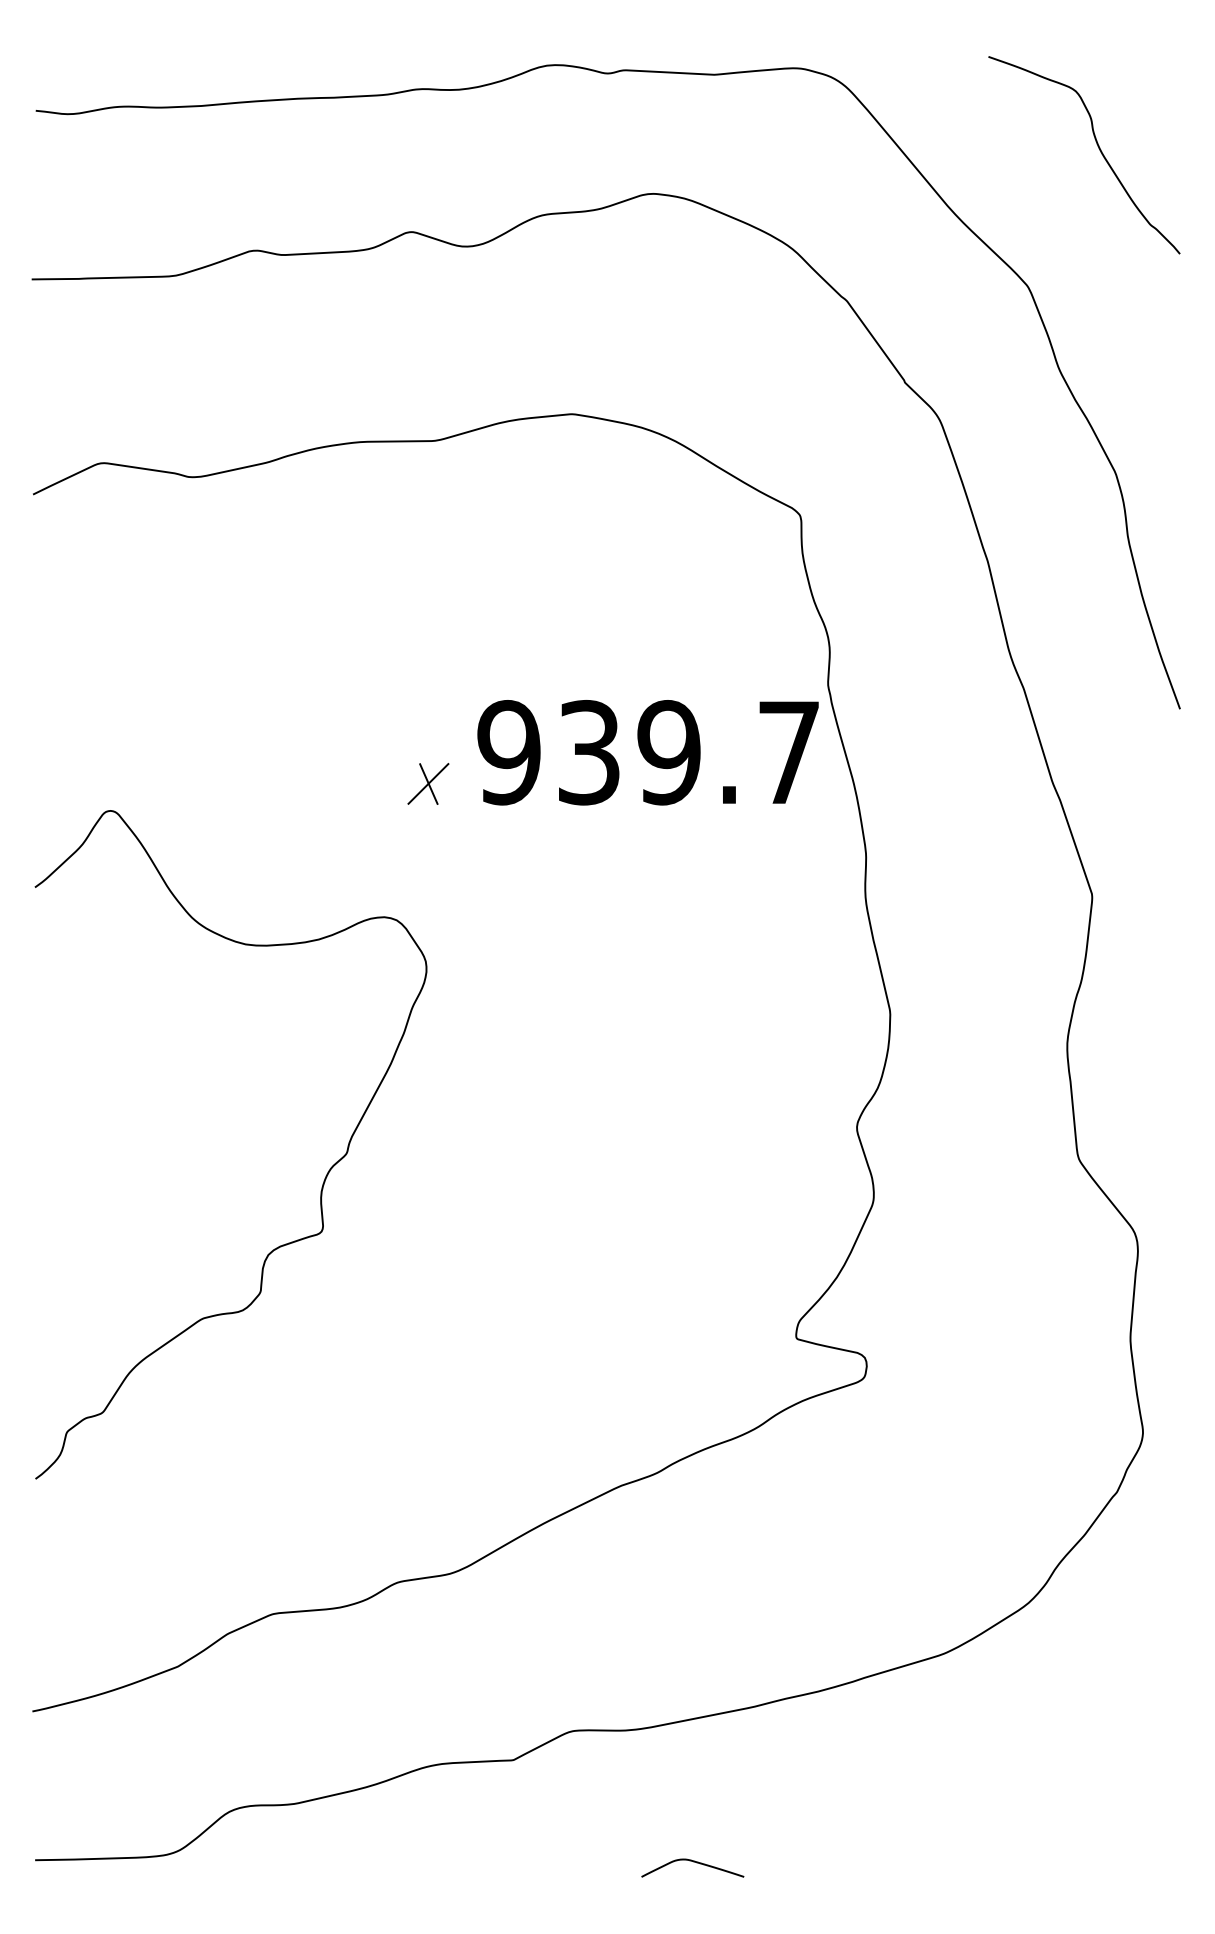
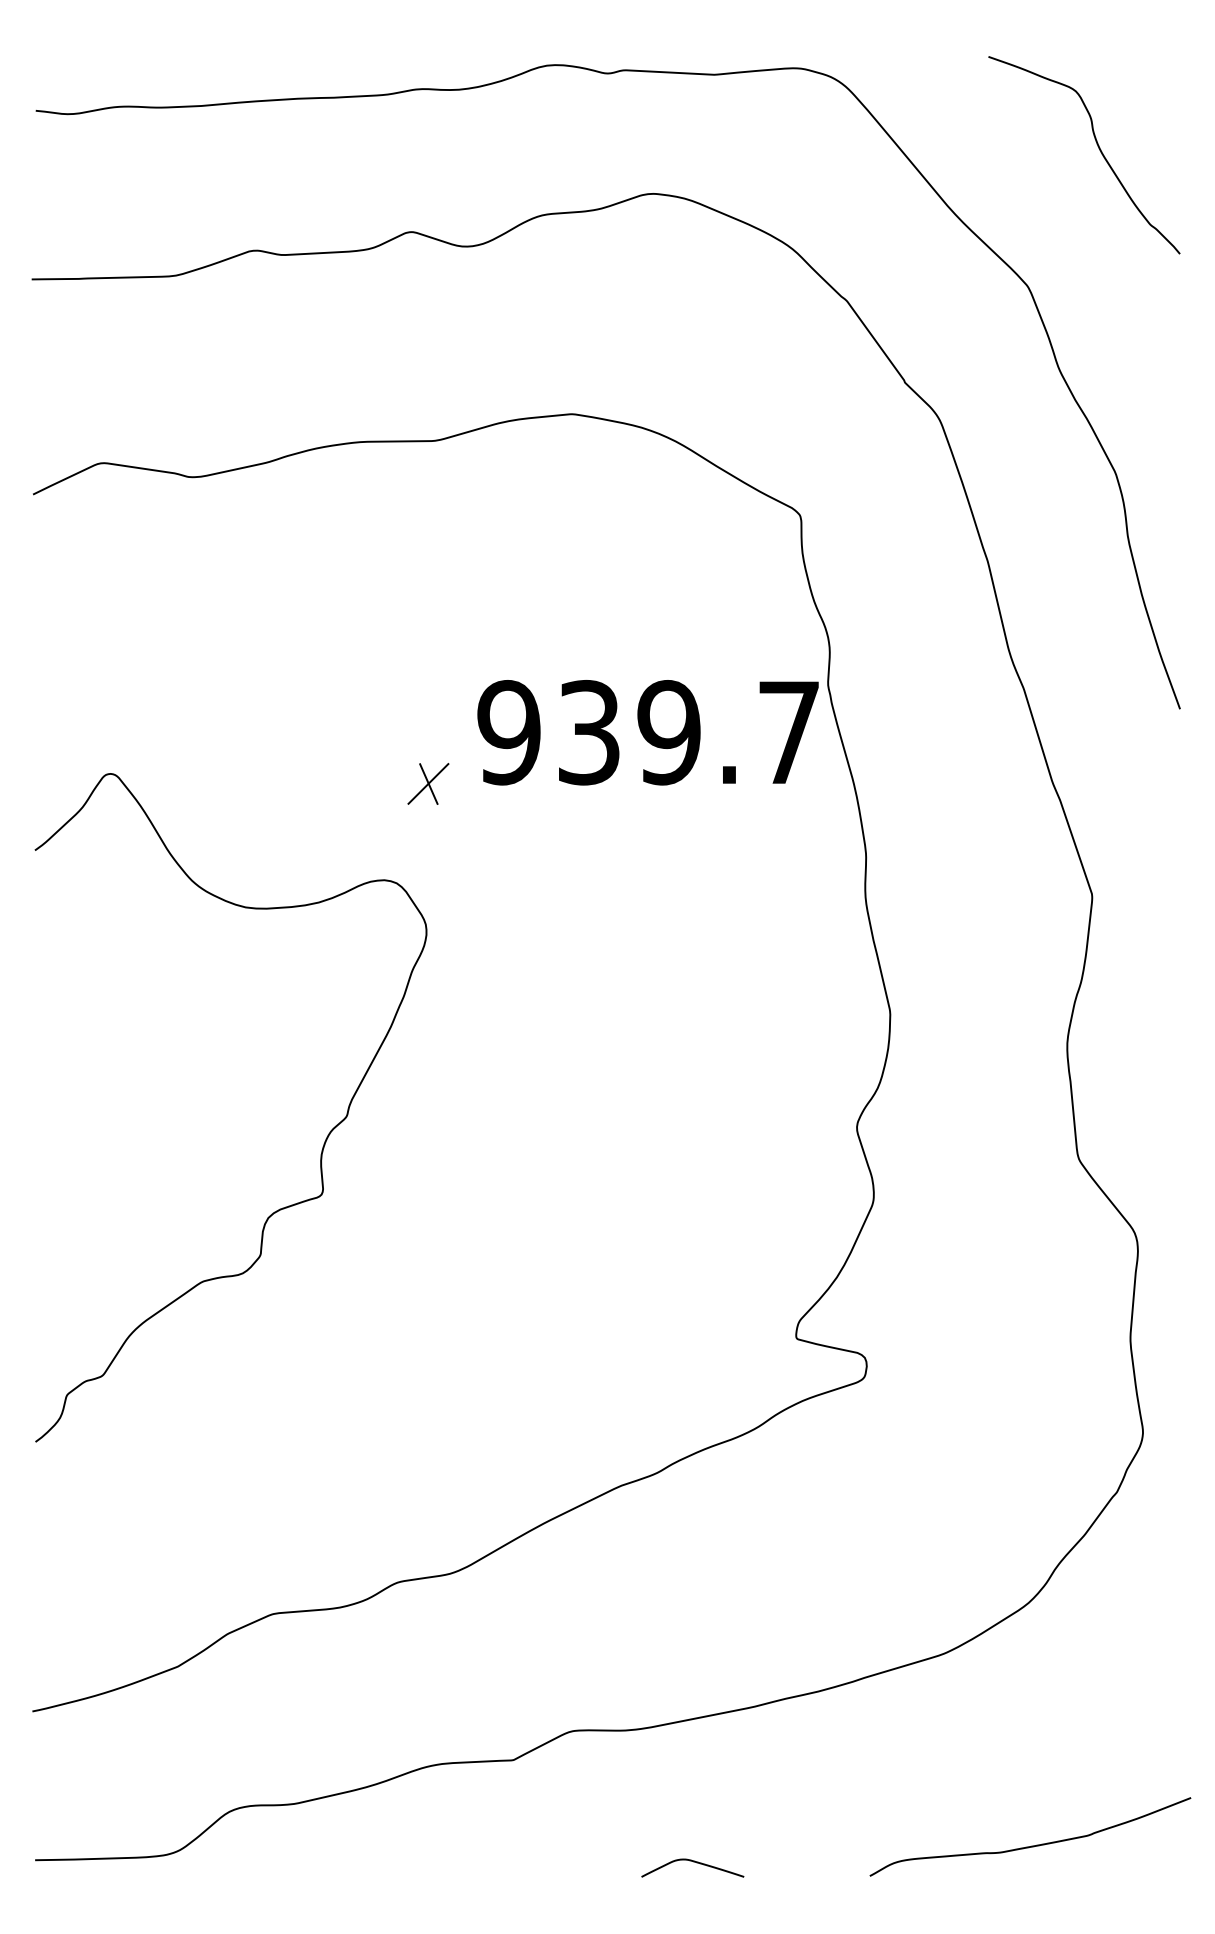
text at (647, 752) position: (647, 752) -> (647, 732)
curve at (323, 1180) position: (323, 1180) -> (323, 1143)
curve at (1031, 1845): none -> present
